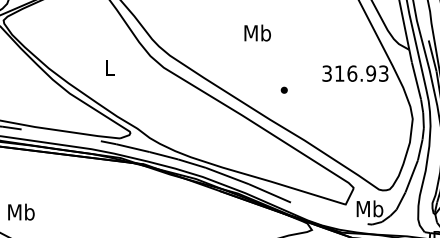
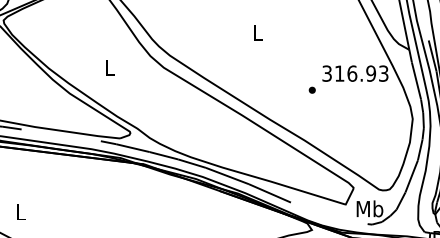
text at (257, 32): Mb -> L
part at (283, 89) position: (283, 89) -> (311, 89)
text at (21, 211): Mb -> L
